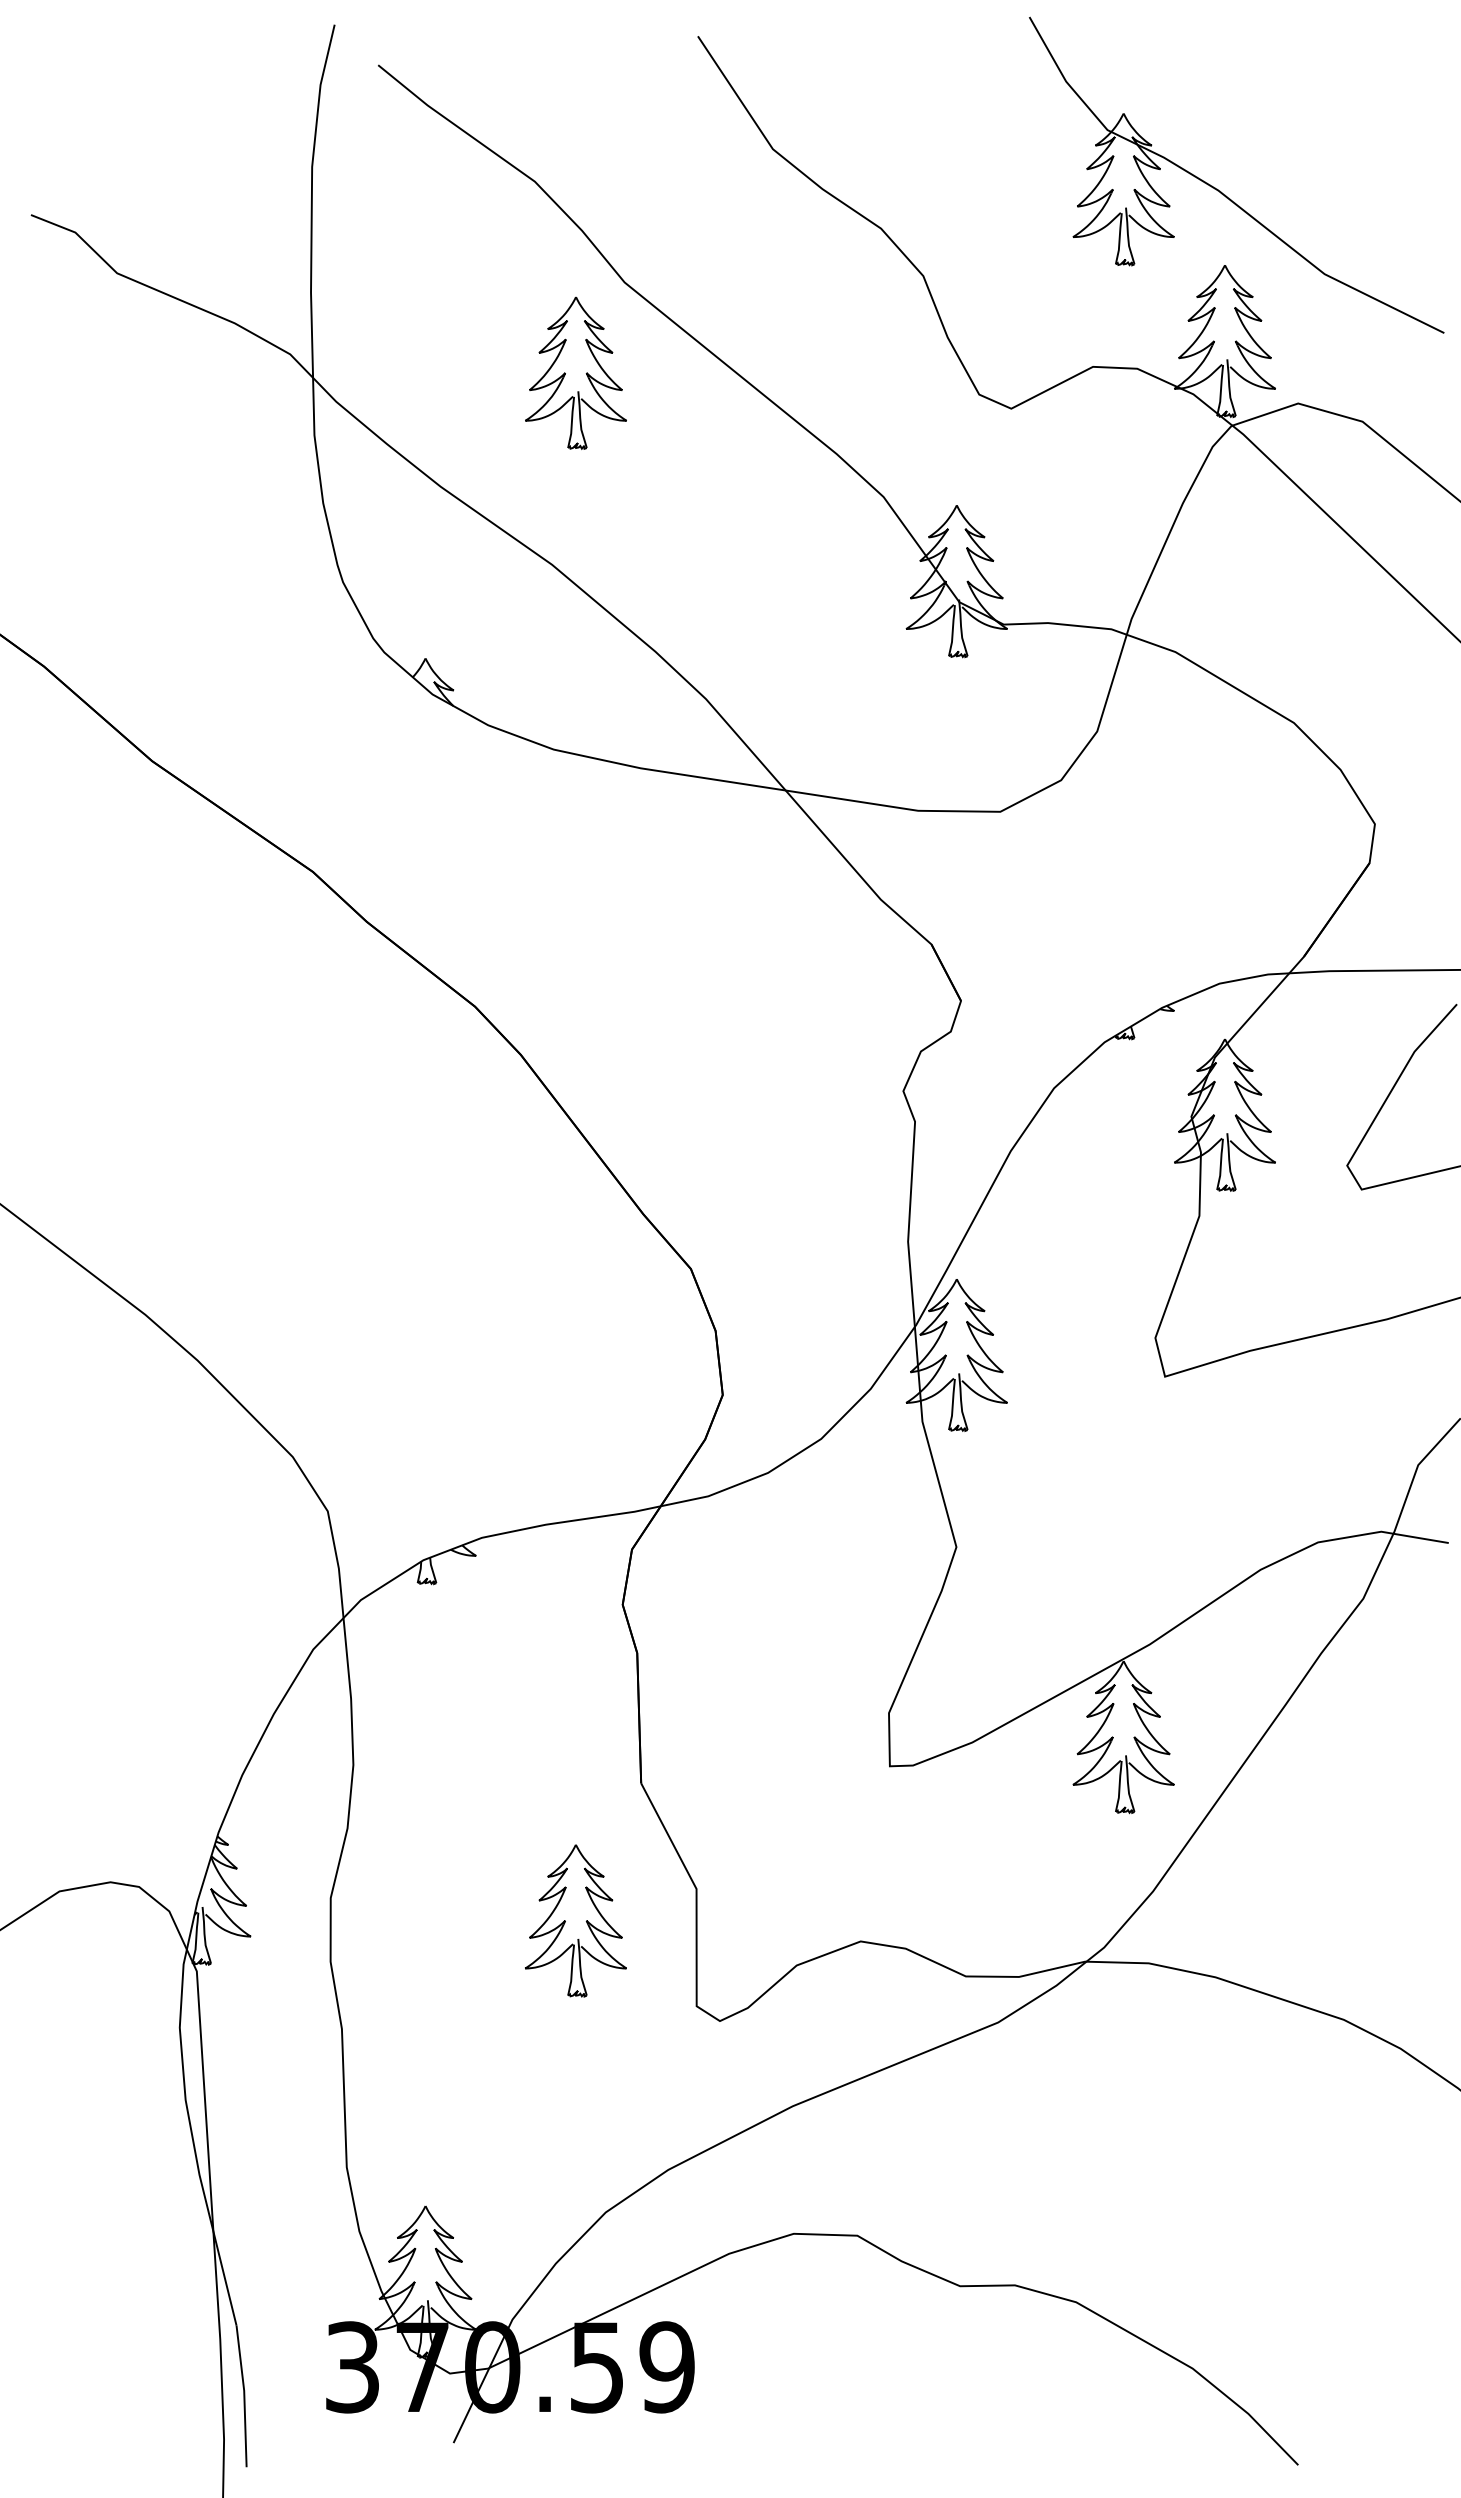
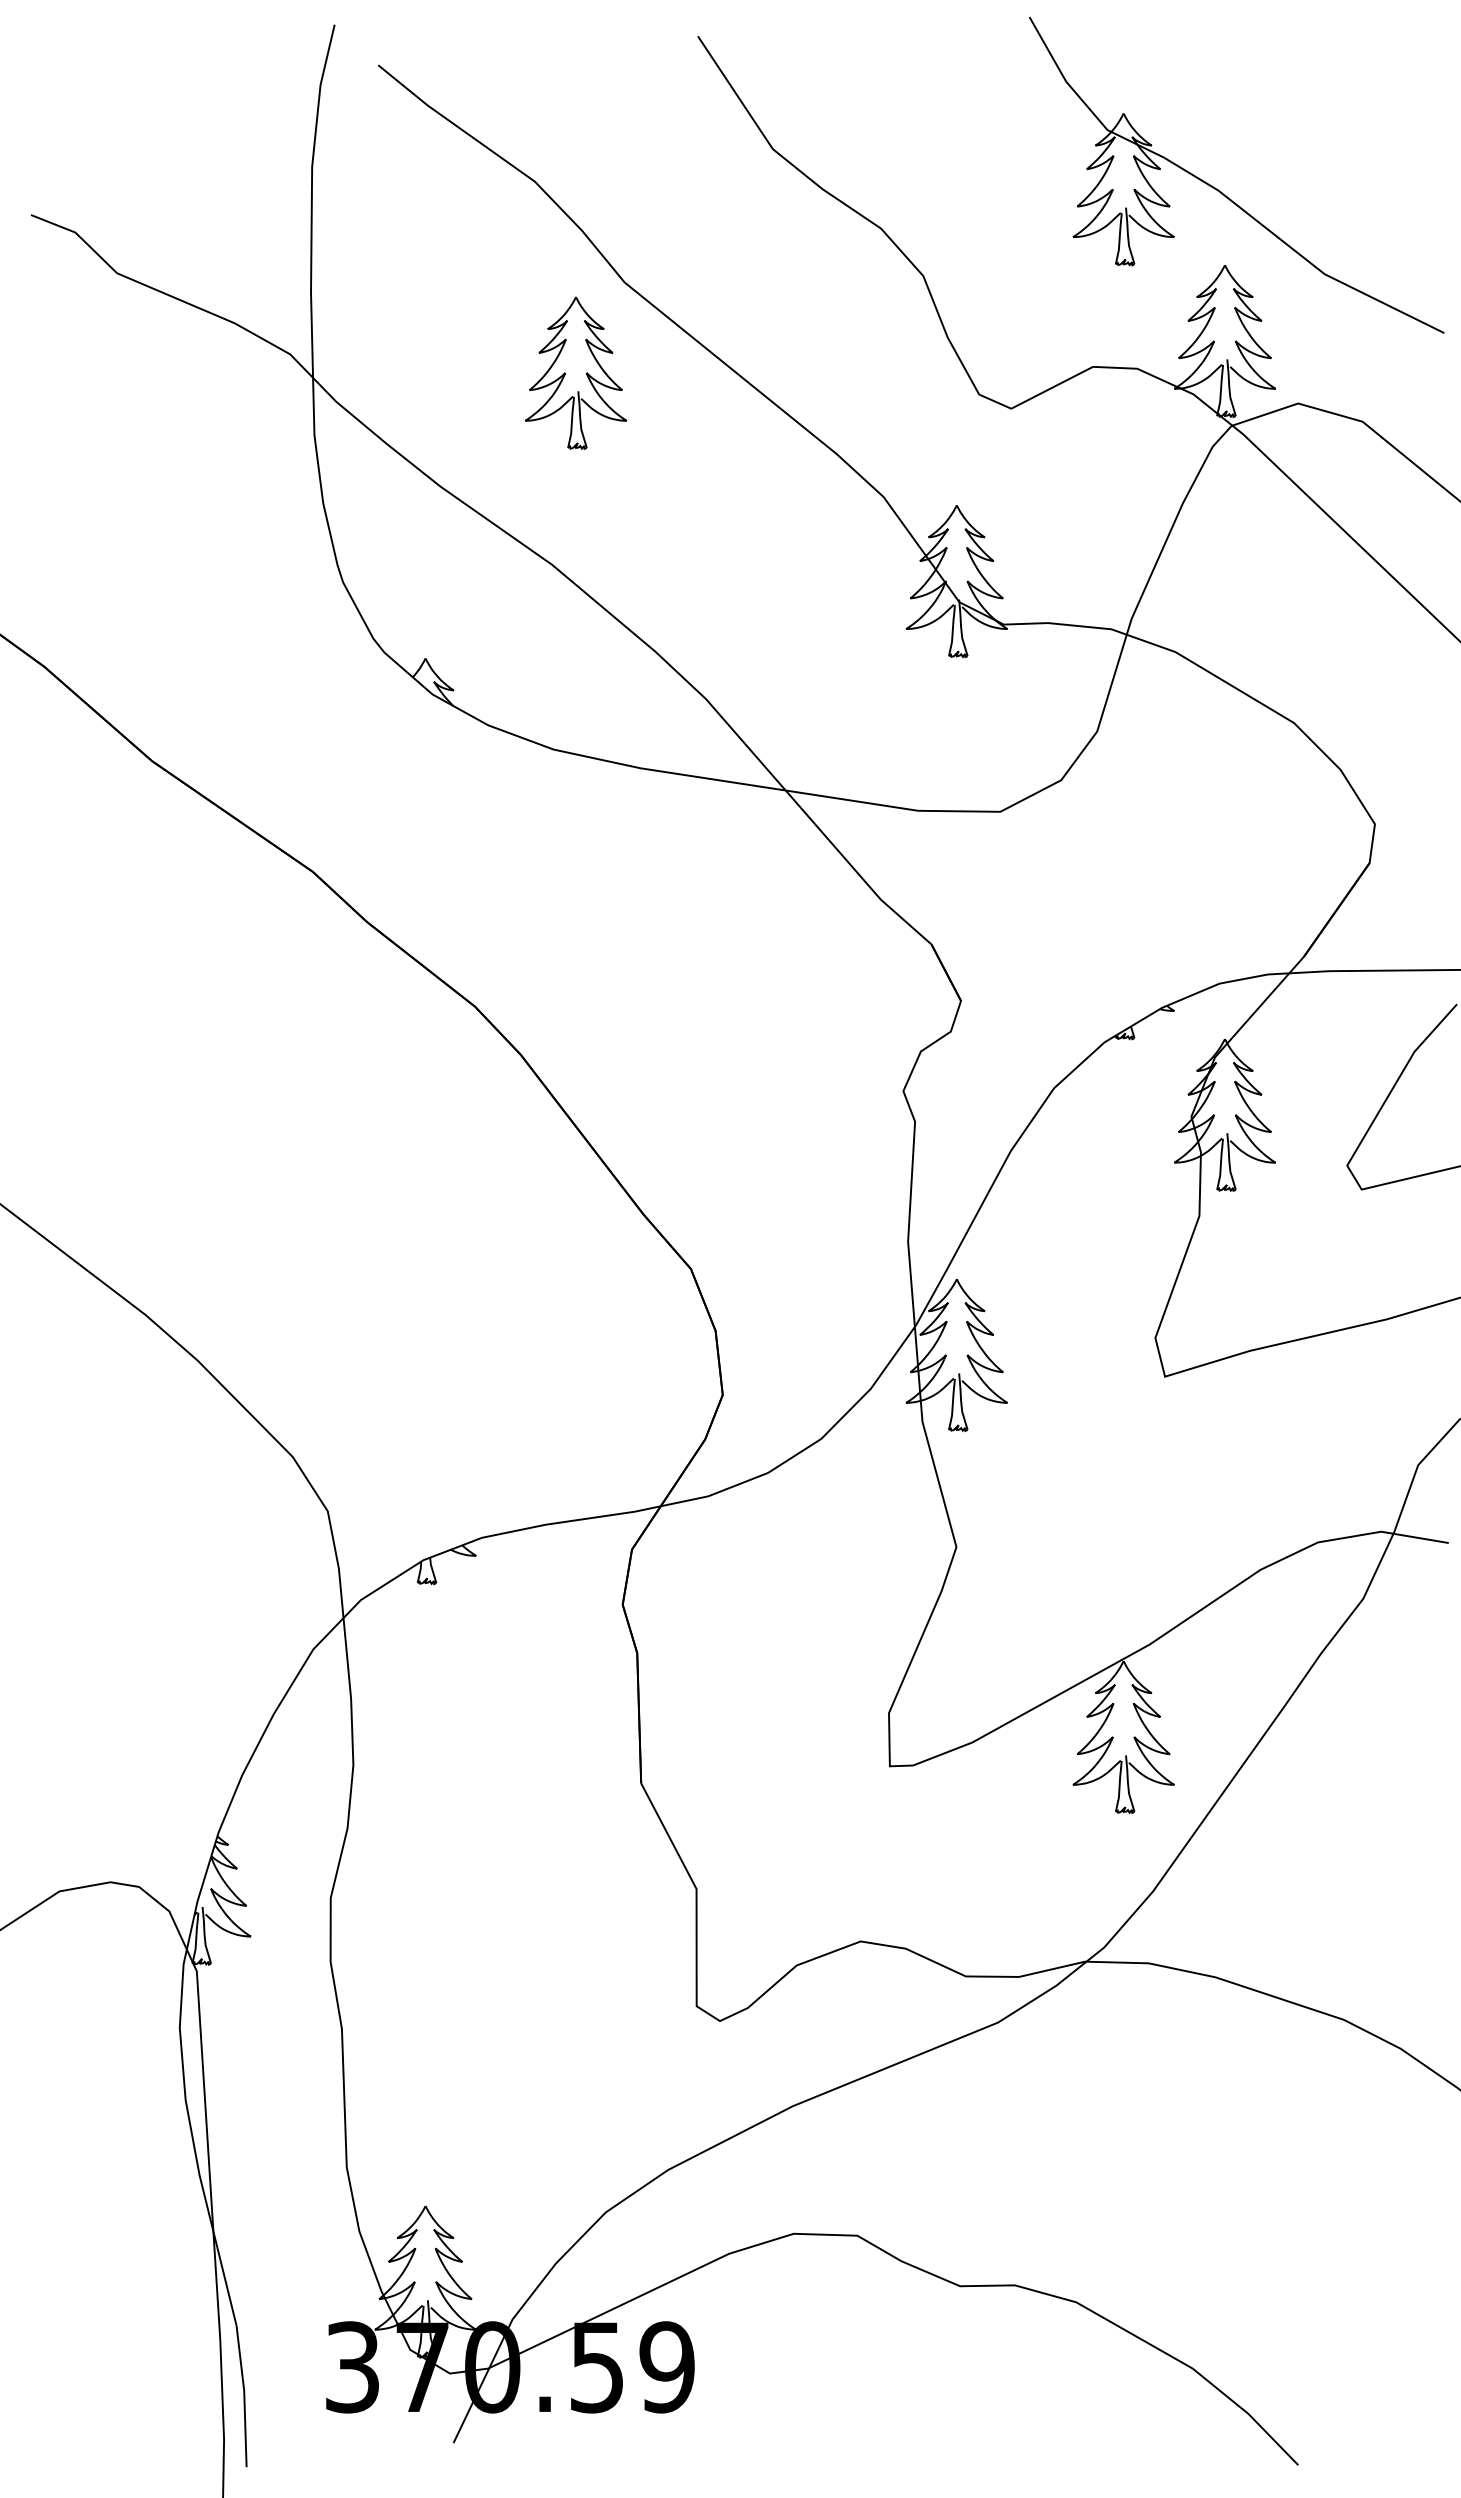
part at (575, 1920): present -> none
